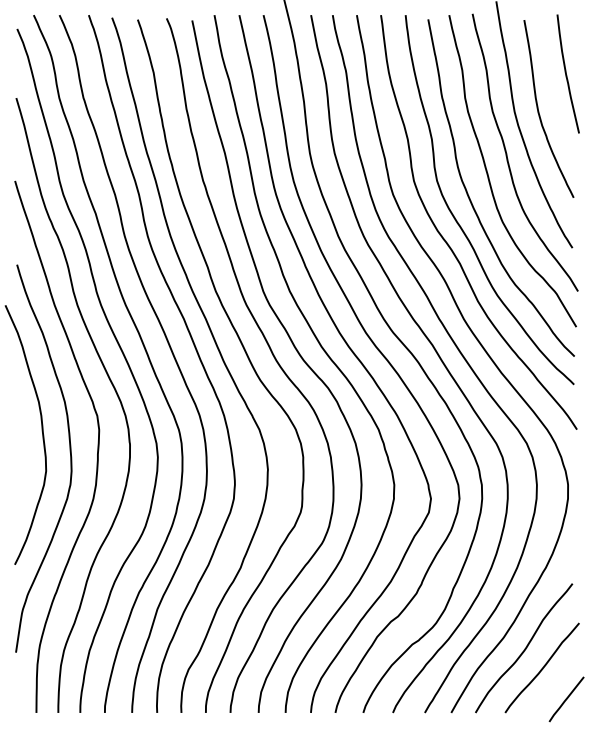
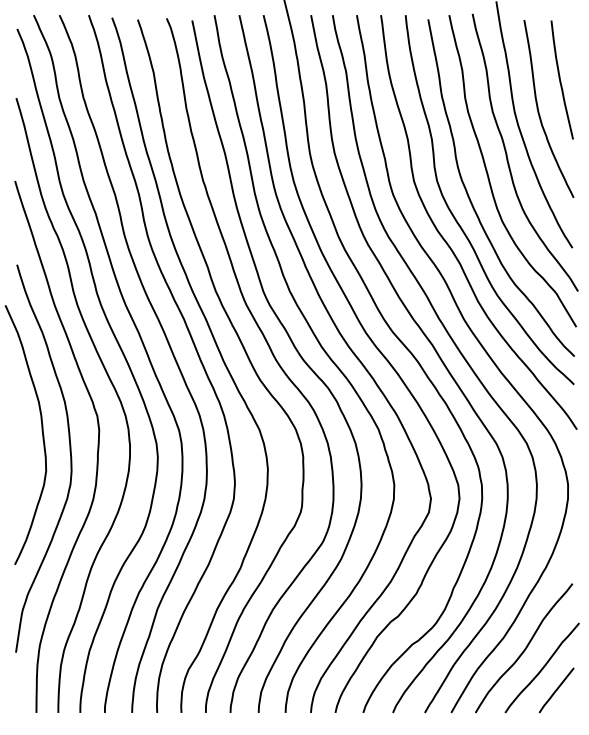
curve at (566, 73) position: (566, 73) -> (560, 79)
line at (566, 699) position: (566, 699) -> (556, 690)
